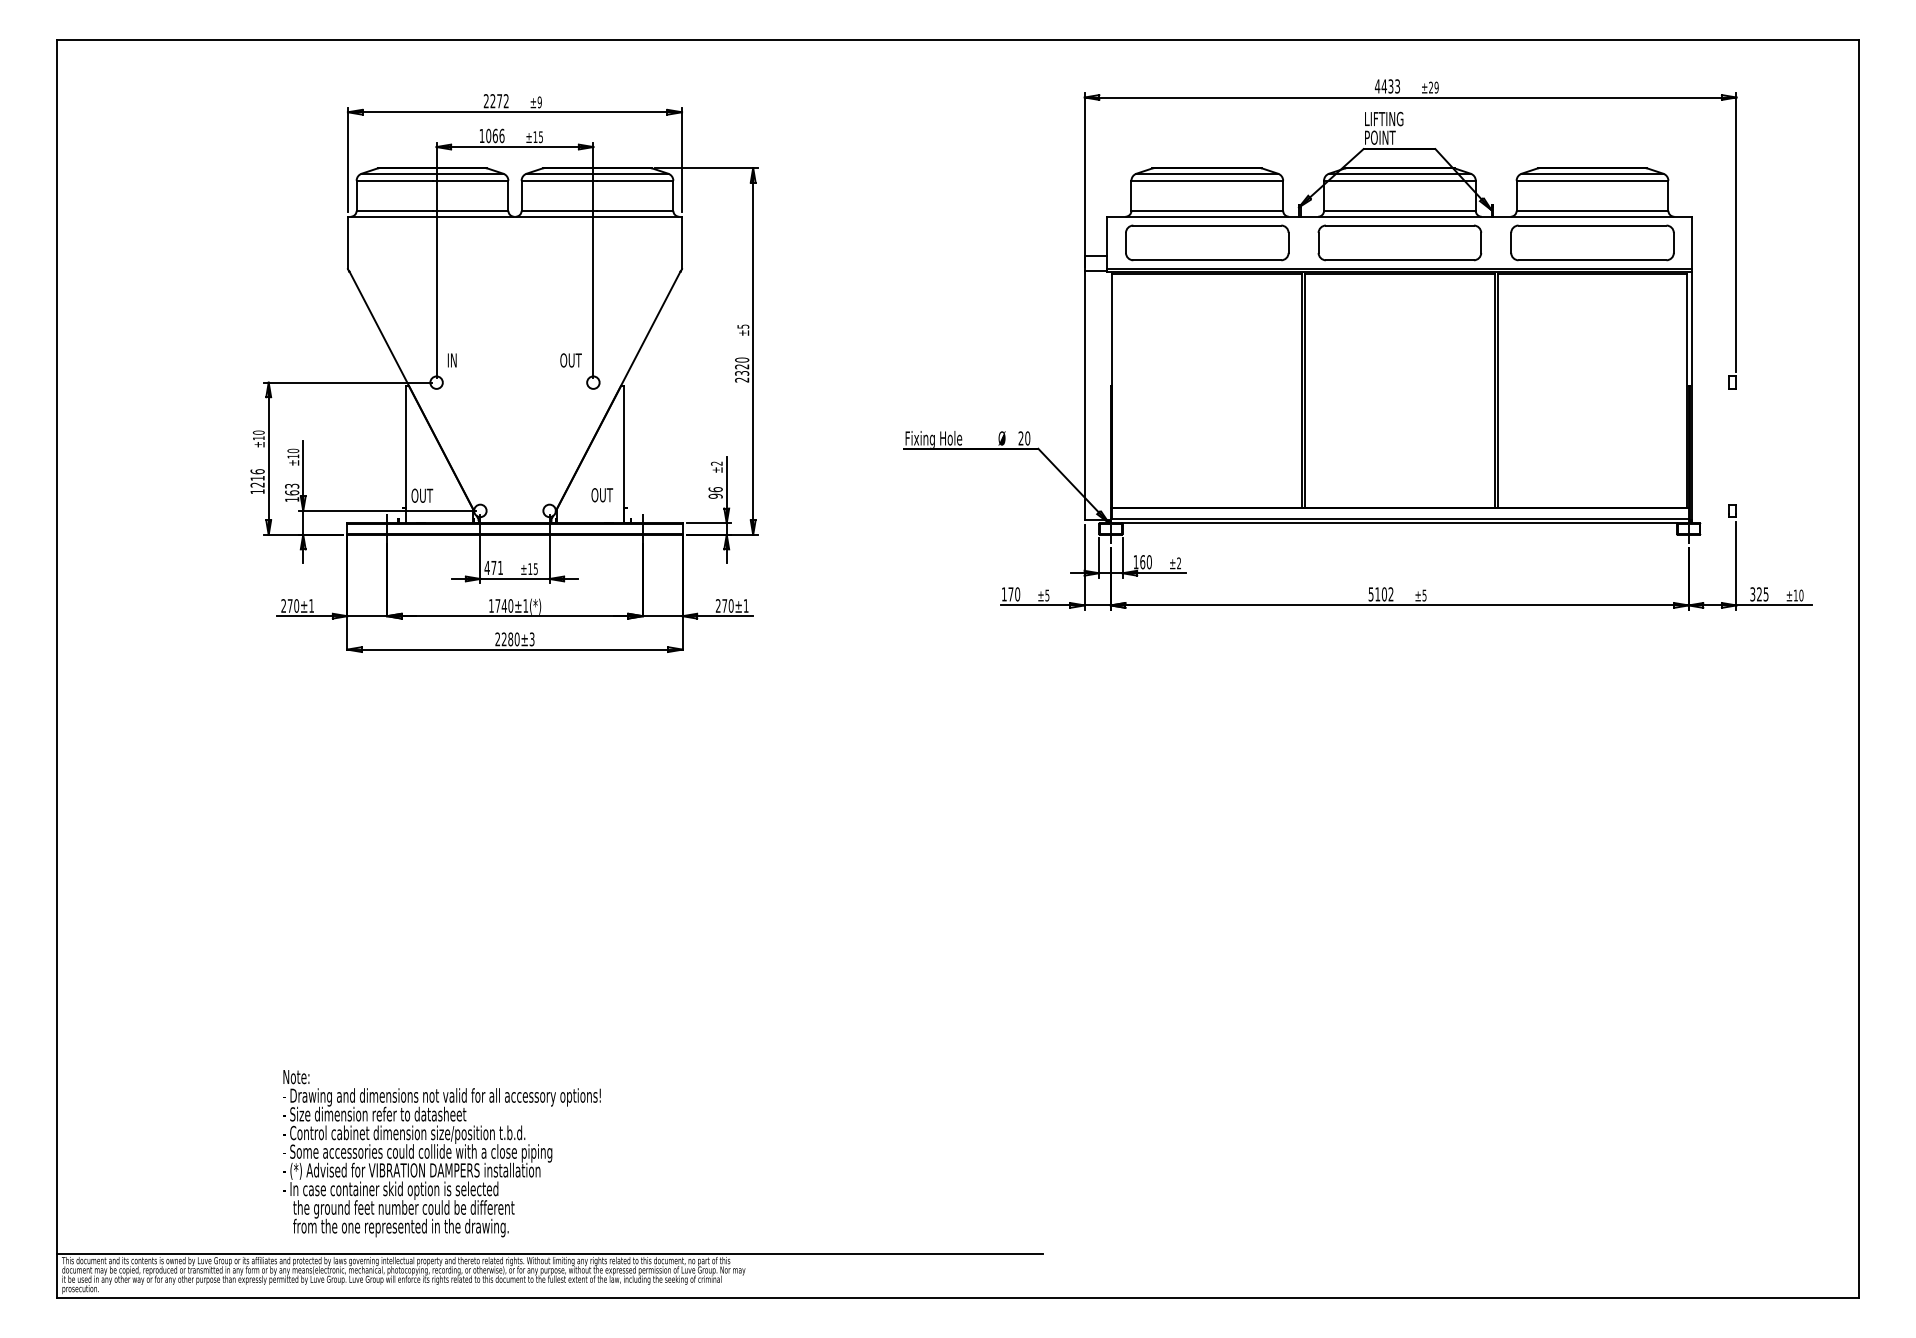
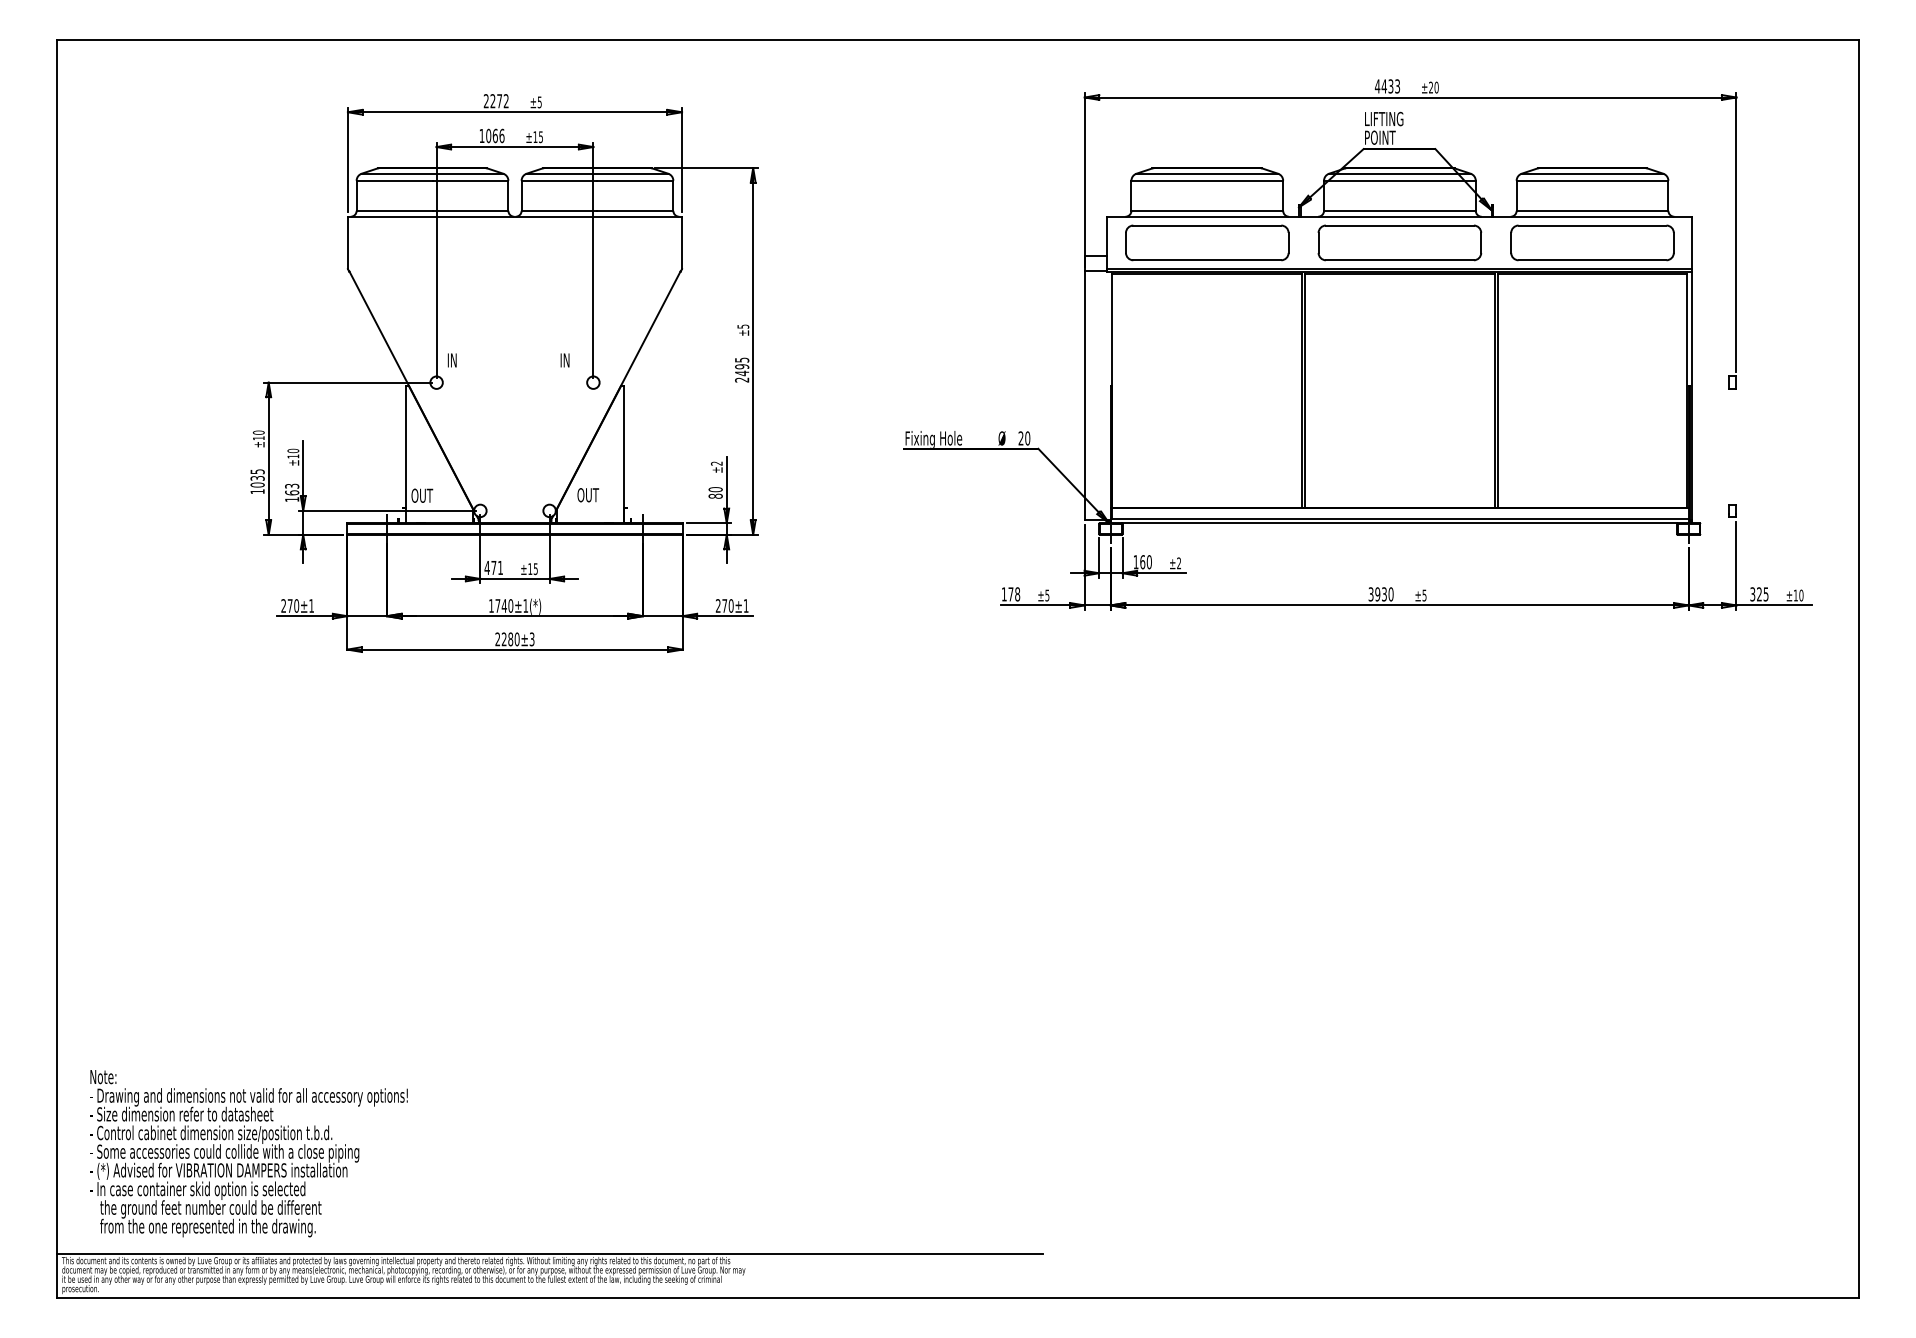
text at (1436, 87): ±29 -> ±20
text at (539, 101): ±9 -> ±5
text at (570, 360): OUT -> IN
text at (742, 366): 2320 -> 2495
text at (257, 478): 1216 -> 1035
text at (715, 492): 96 -> 80
text at (602, 495) position: (602, 495) -> (588, 495)
text at (1017, 594): 170 -> 178
text at (1380, 594): 5102 -> 3930
text at (441, 1153) position: (441, 1153) -> (248, 1153)
